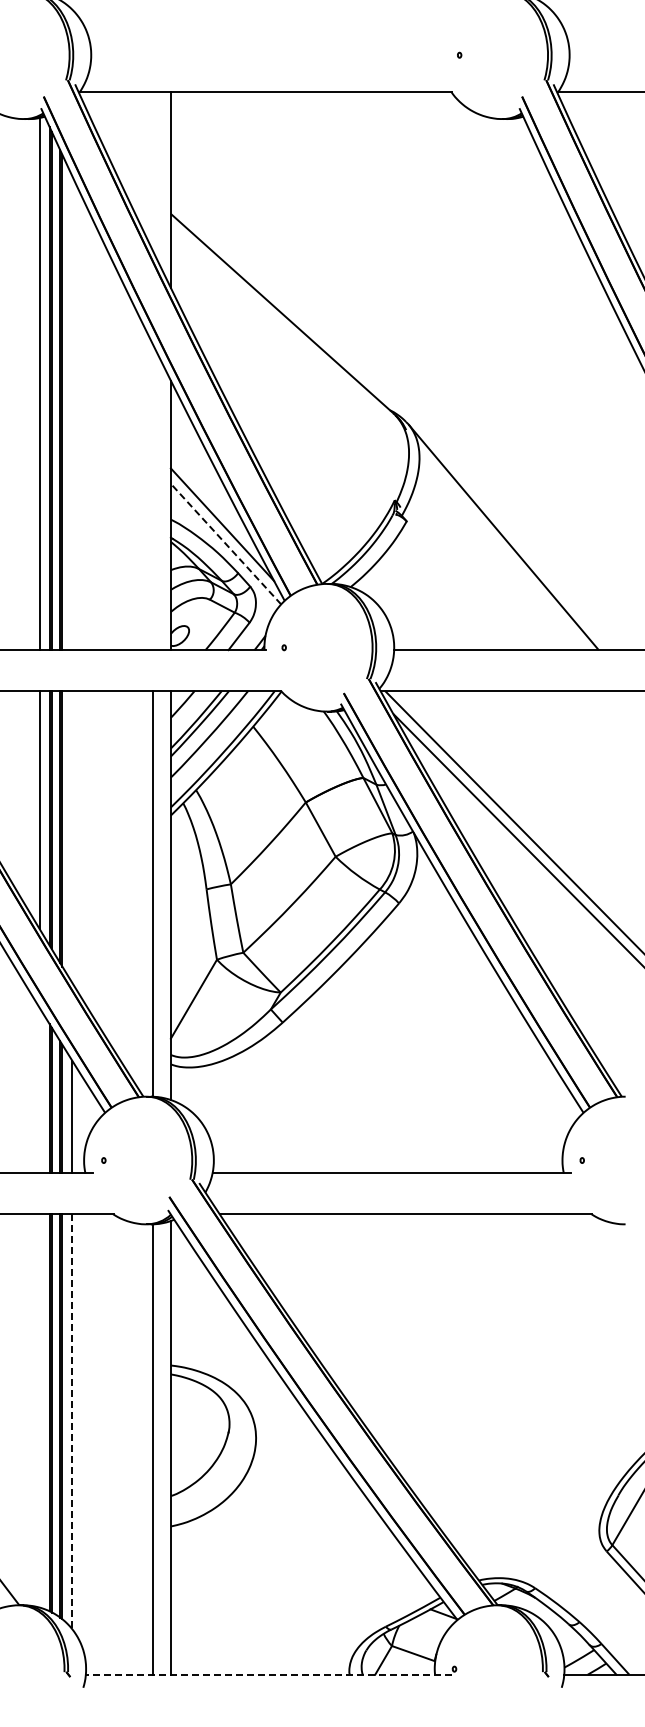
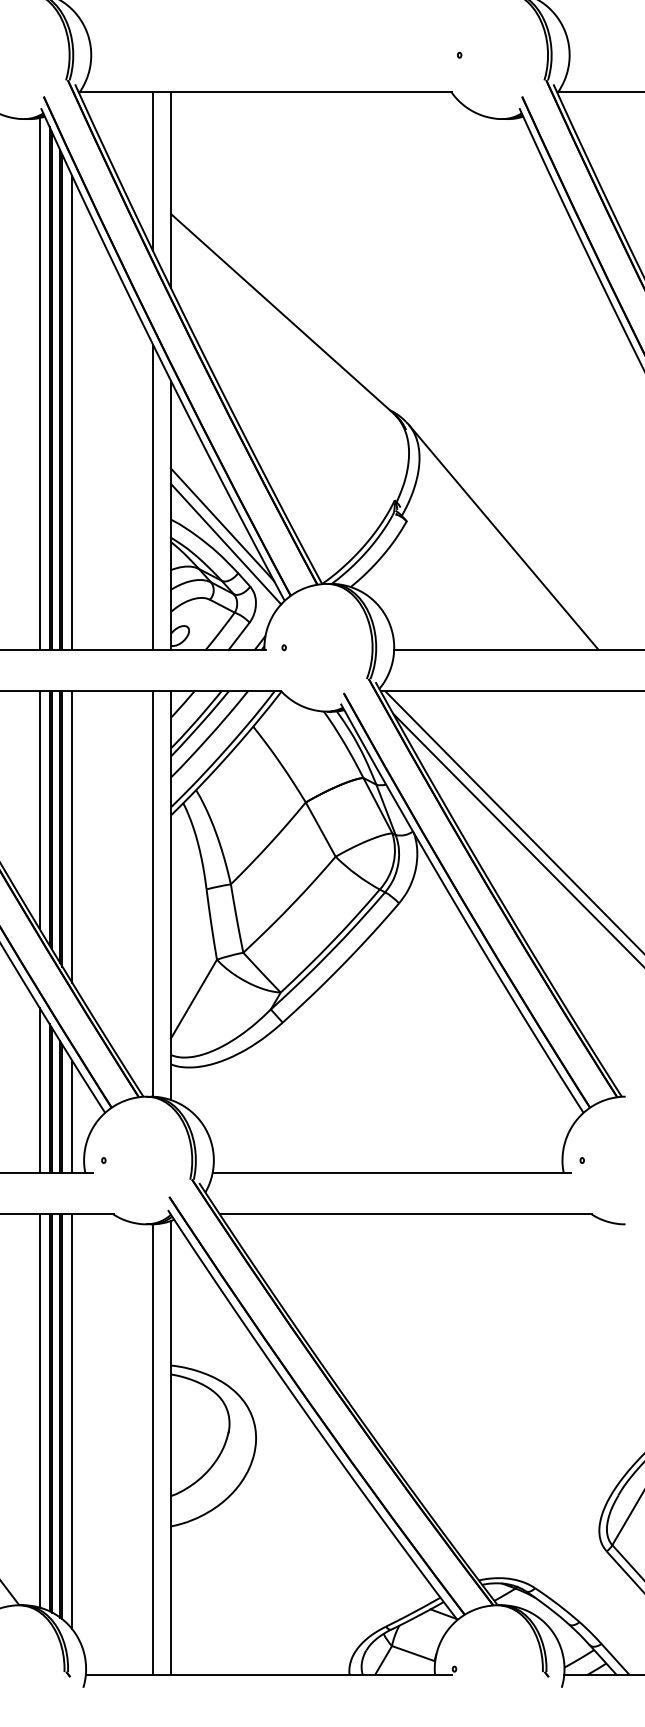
line at (153, 170): none -> present
line at (72, 413): none -> present
line at (153, 497): none -> present
line at (226, 544): dashed -> solid
line at (72, 836): none -> present
line at (39, 1090): none -> present
line at (39, 1410): none -> present
line at (72, 1421): dashed -> solid
line at (268, 1674): dashed -> solid
